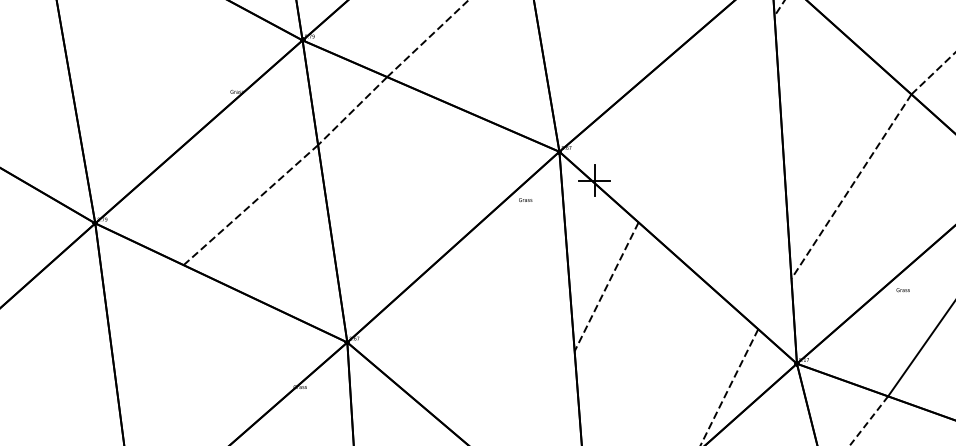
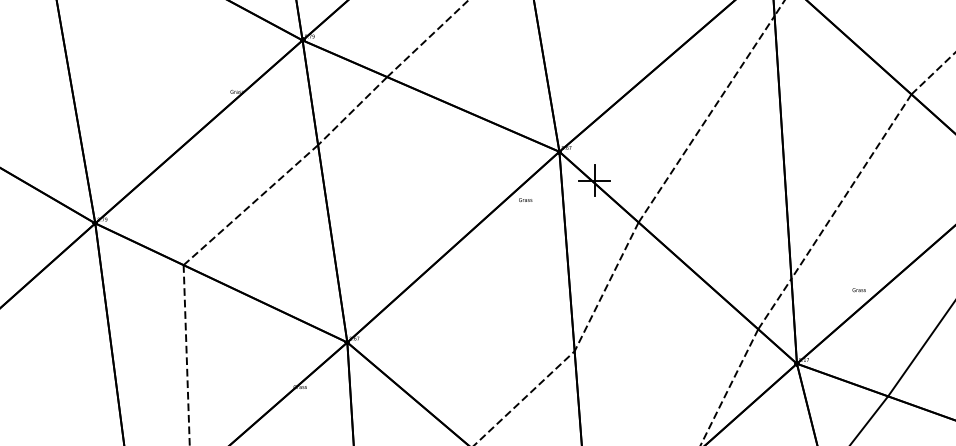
line at (706, 119): none -> present
text at (902, 290) position: (902, 290) -> (858, 290)
line at (774, 303): none -> present
line at (186, 353): none -> present
line at (525, 396): none -> present
line at (868, 421): dashed -> solid
